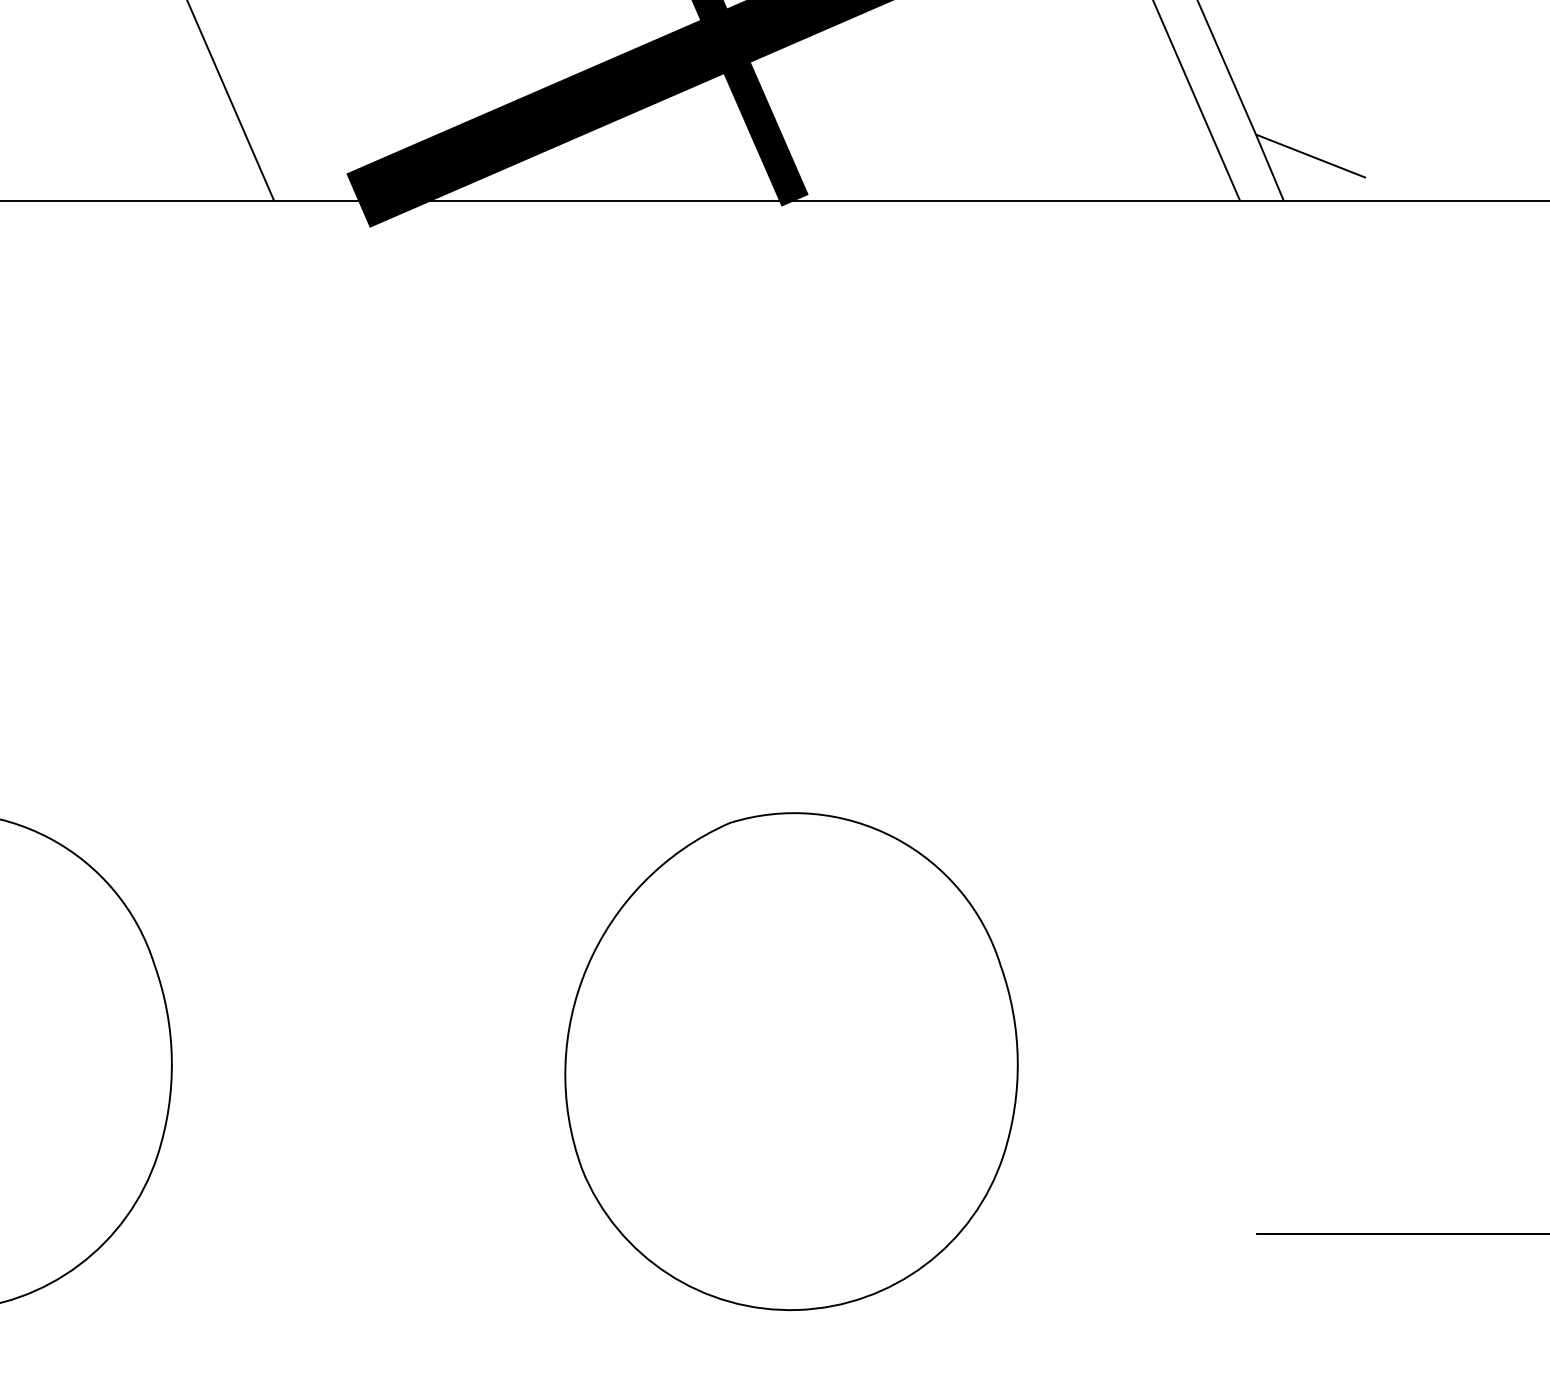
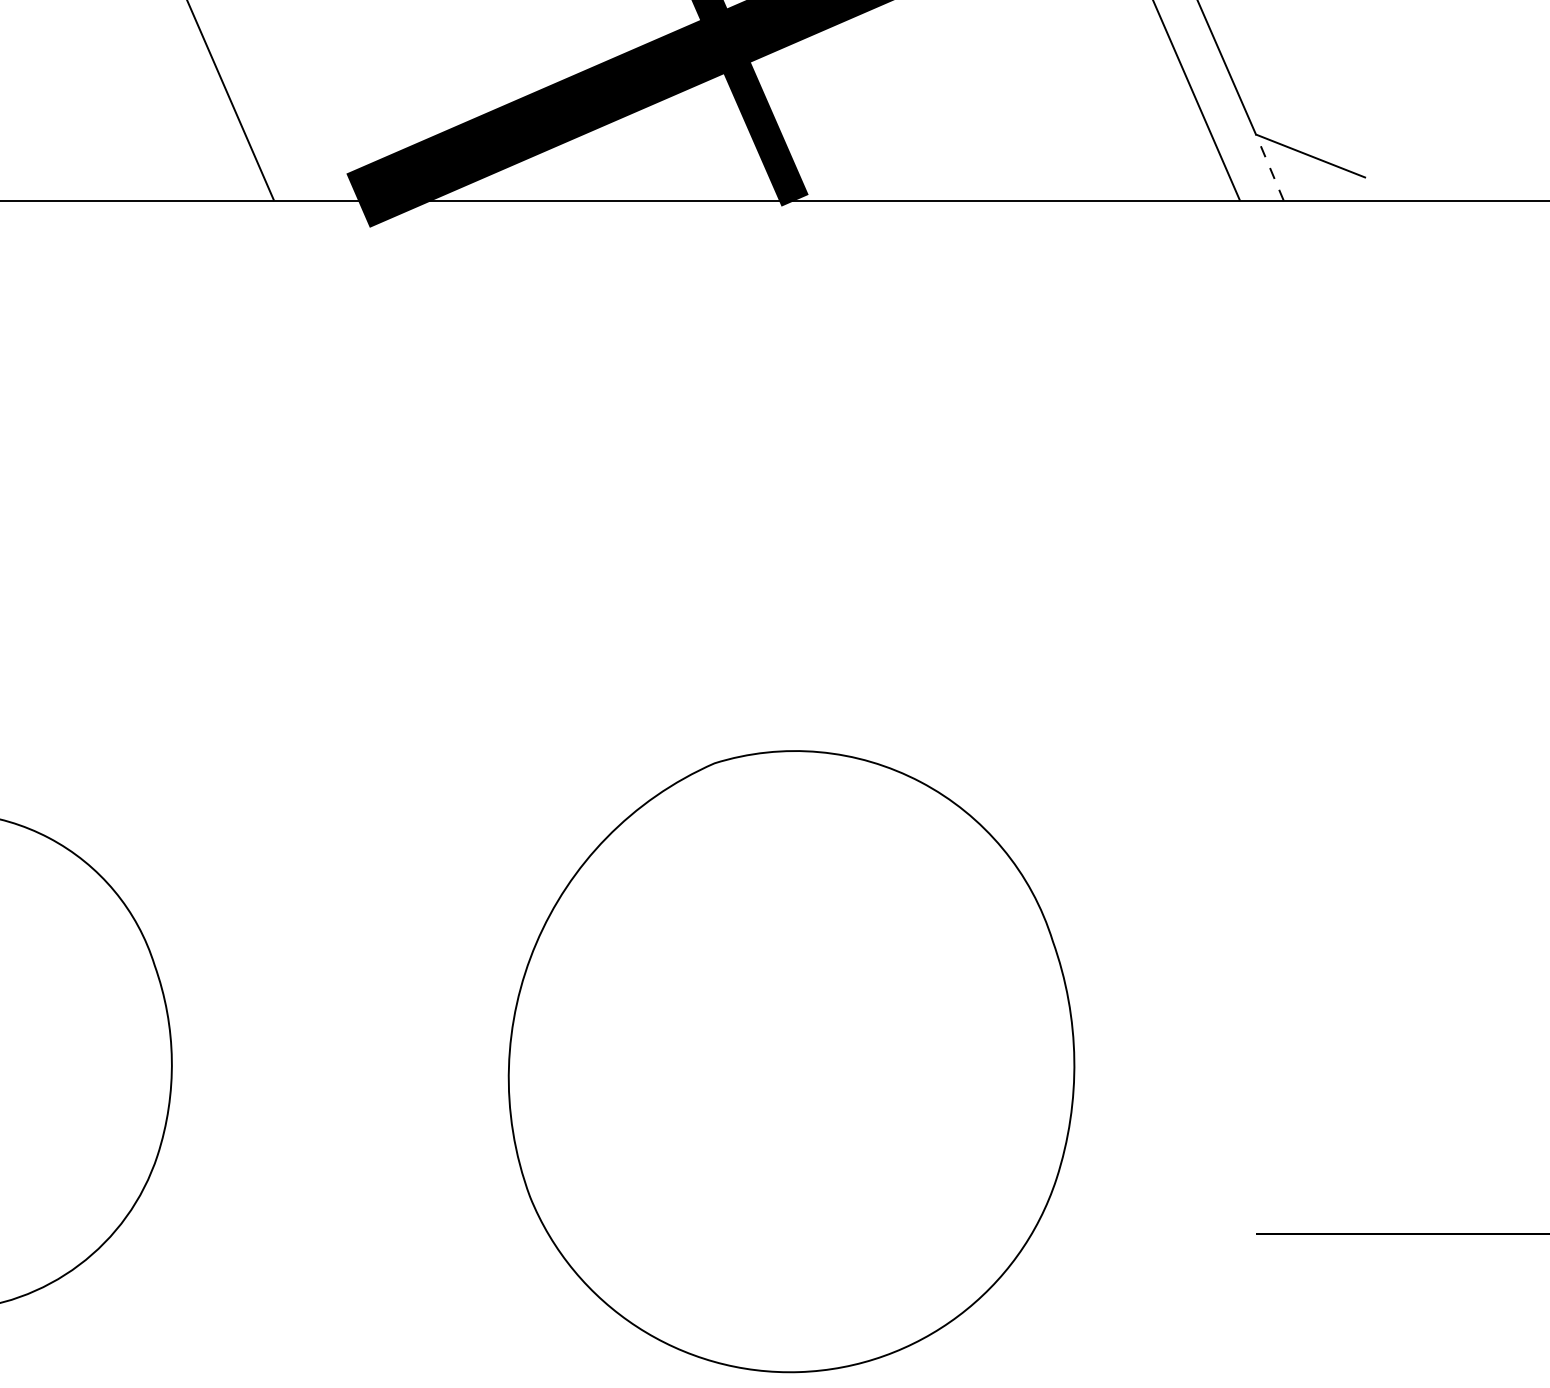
line at (1269, 167): solid -> dashed
part at (791, 1061) size: 455x499 px -> 569x624 px
